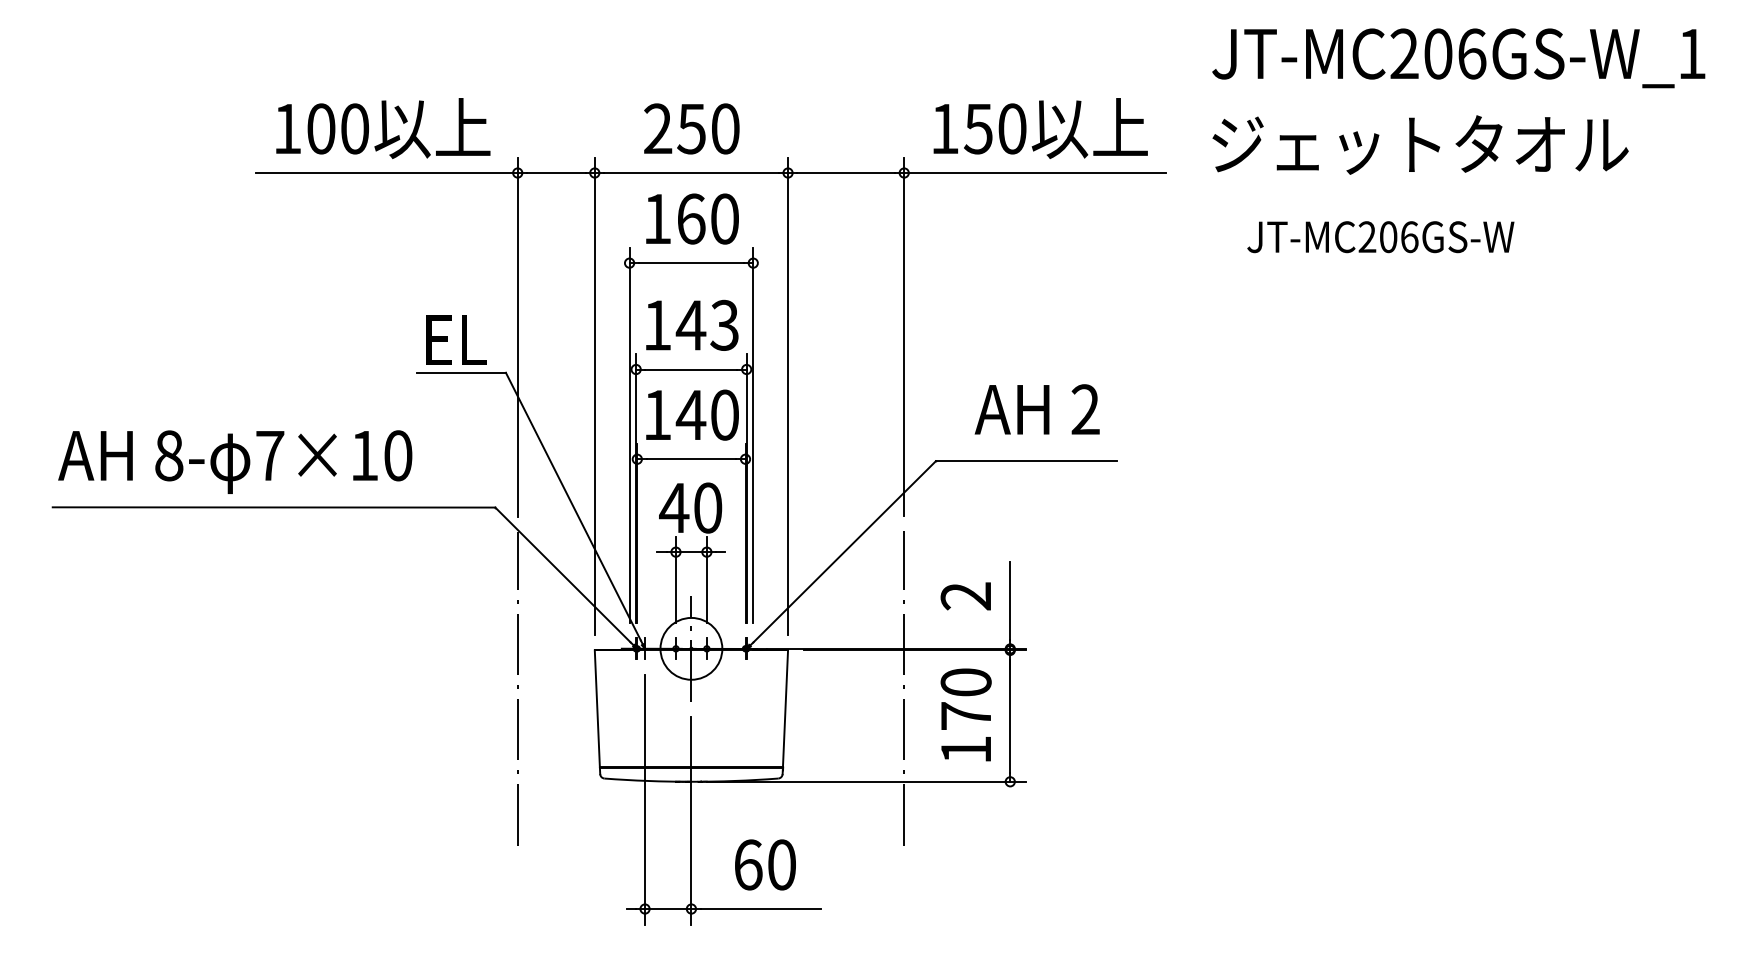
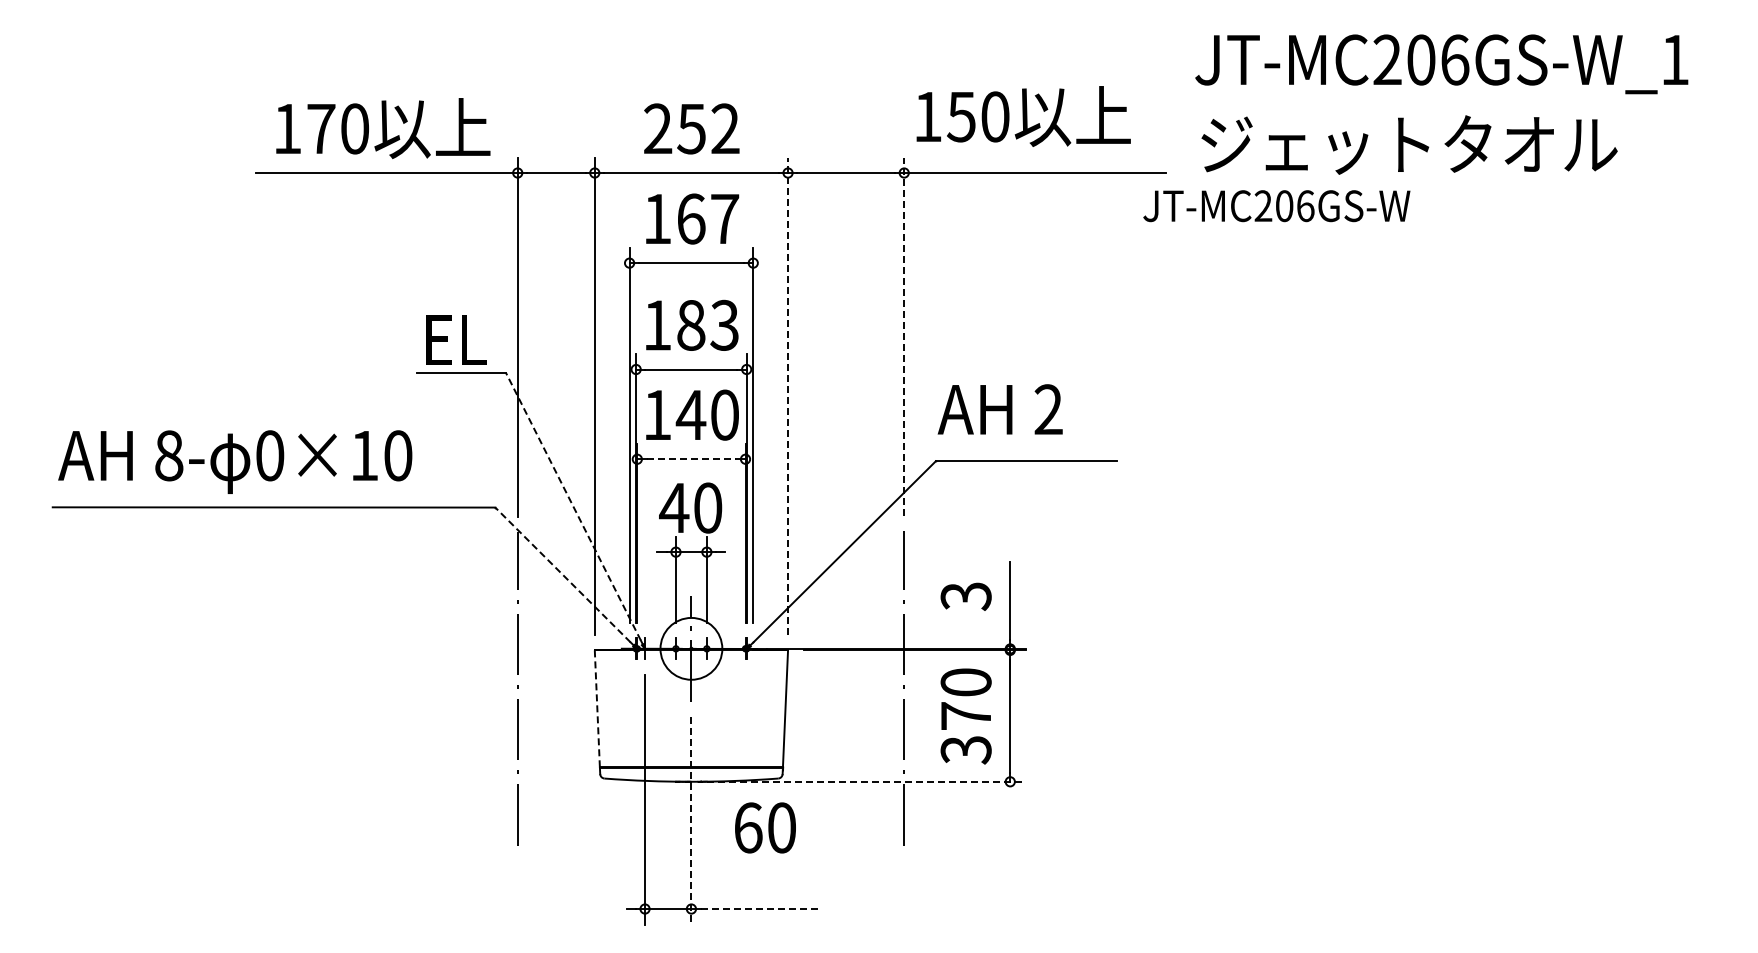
text at (1458, 58) position: (1458, 58) -> (1441, 64)
text at (321, 128): 100 -> 170
text at (725, 128): 250 -> 252
text at (1040, 128) position: (1040, 128) -> (1023, 116)
text at (1420, 144) position: (1420, 144) -> (1409, 144)
text at (725, 218): 160 -> 167
text at (1380, 237) position: (1380, 237) -> (1276, 206)
text at (690, 325): 143 -> 183
line at (904, 336): solid -> dashed
line at (788, 396): solid -> dashed
text at (1036, 409) position: (1036, 409) -> (999, 409)
text at (270, 455): 7×10 -> 0×10
line at (691, 459): solid -> dashed
line at (573, 506): solid -> dashed
line at (562, 574): solid -> dashed
text at (966, 596): 2 -> 3
line at (597, 709): solid -> dashed
text at (965, 750): 170 -> 370
line at (866, 781): solid -> dashed
line at (691, 820): solid -> dashed
text at (765, 864) position: (765, 864) -> (765, 827)
line at (761, 909): solid -> dashed
